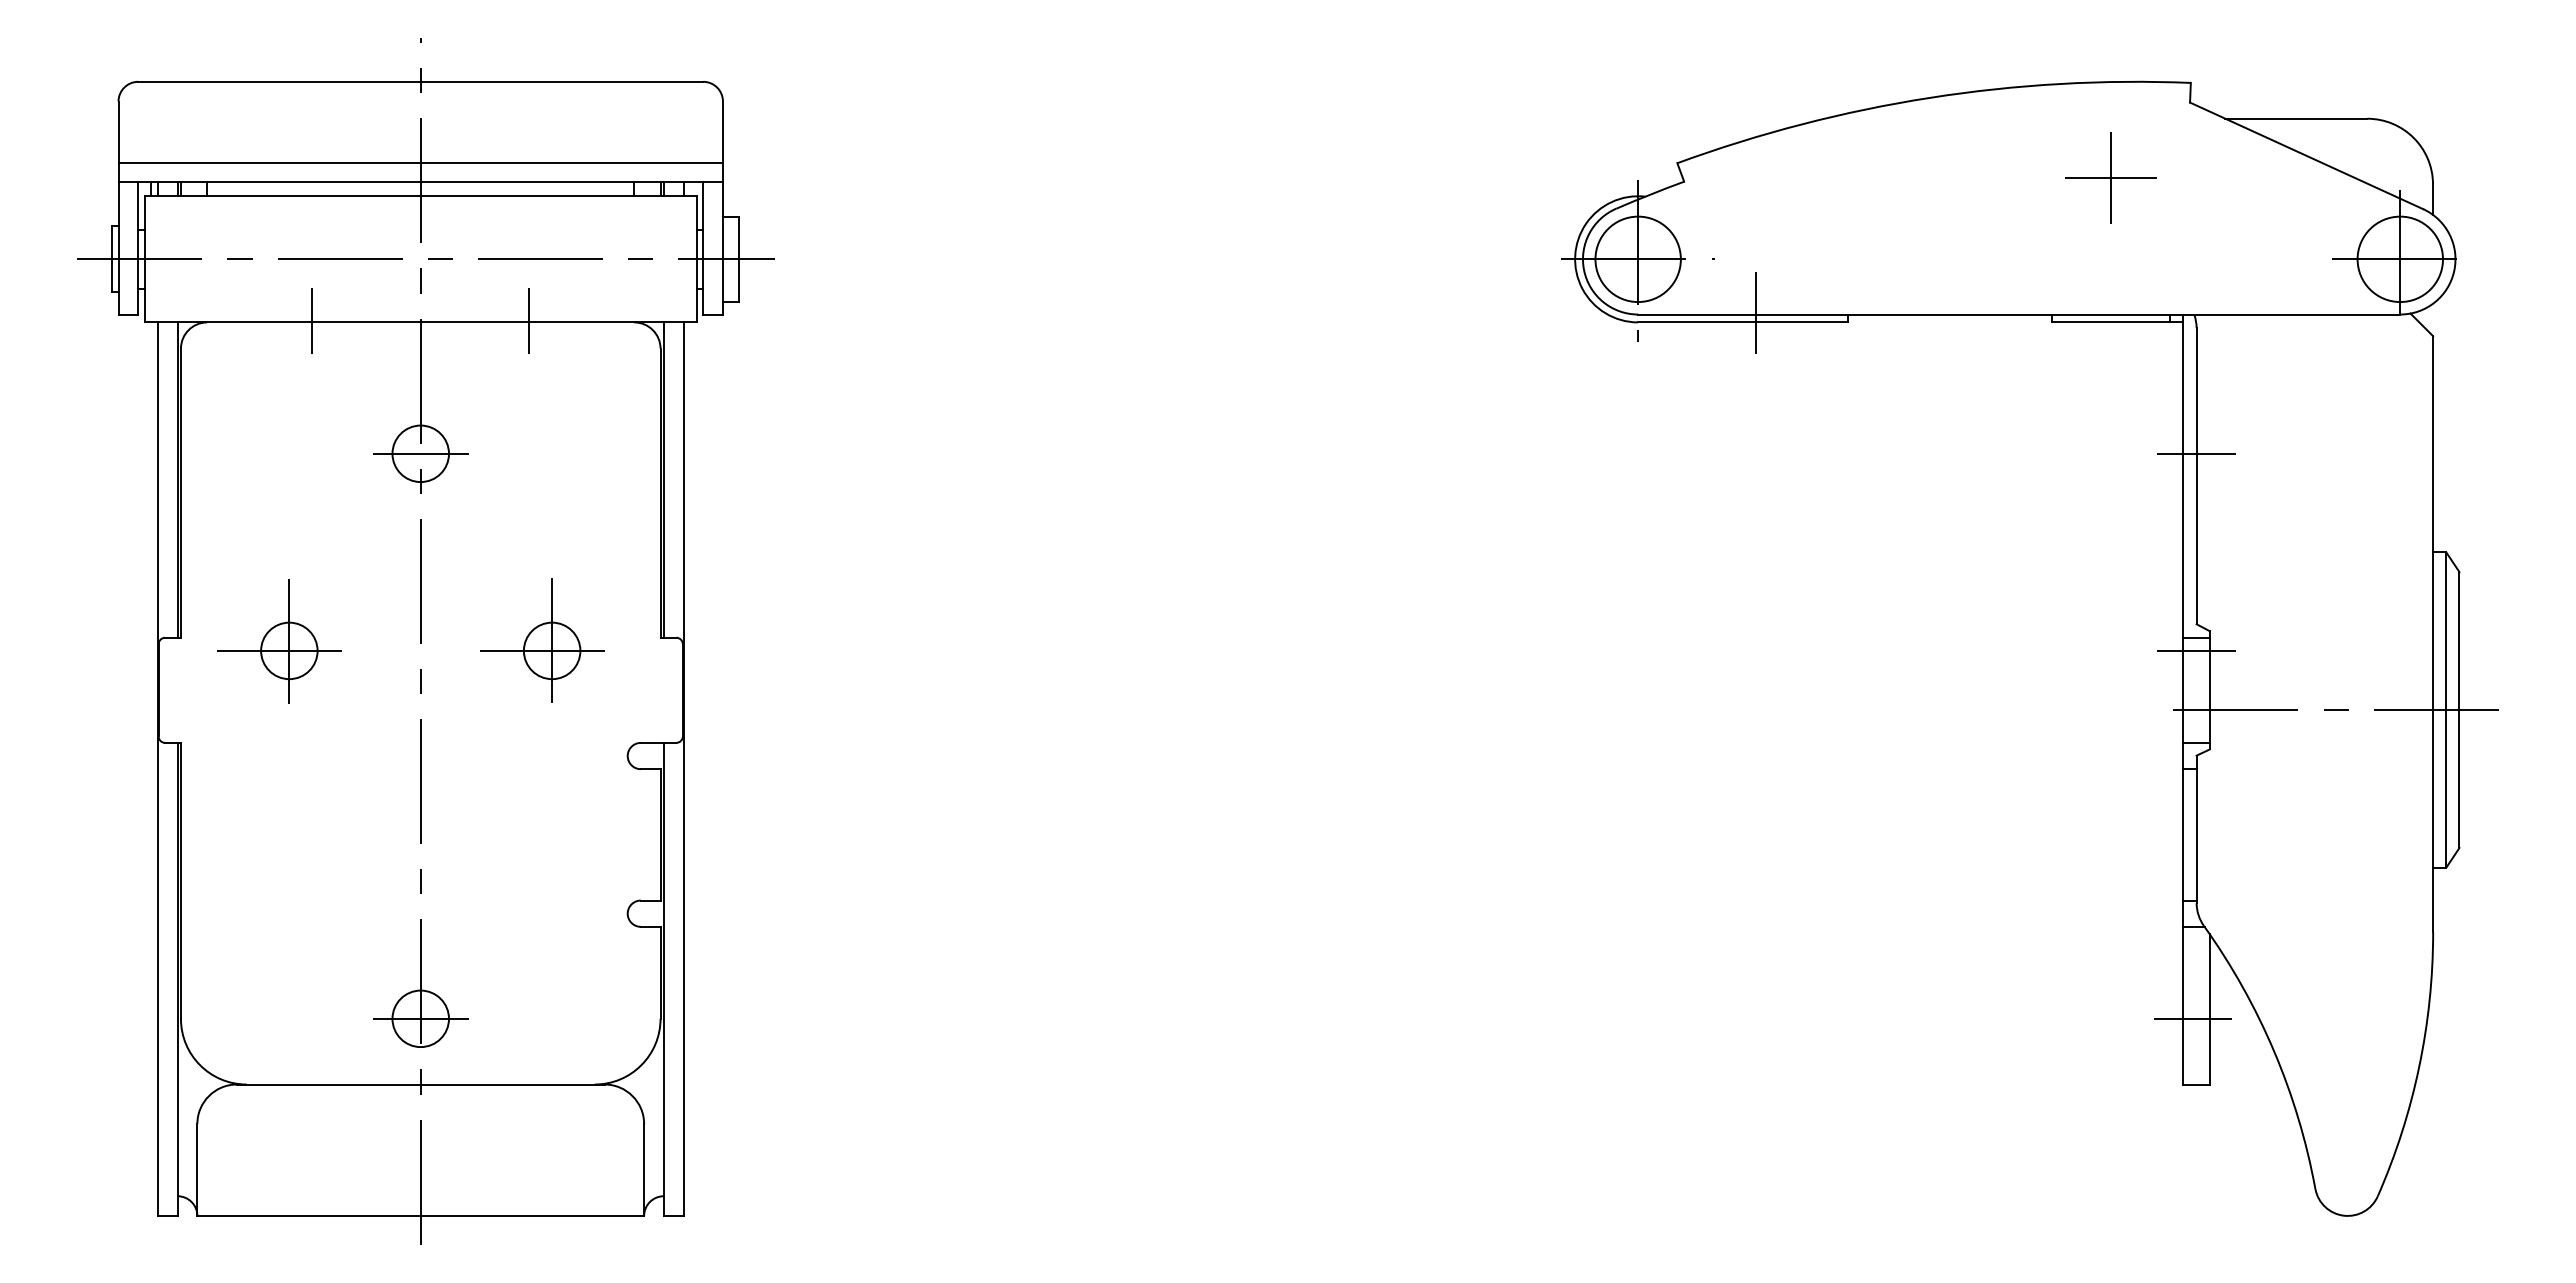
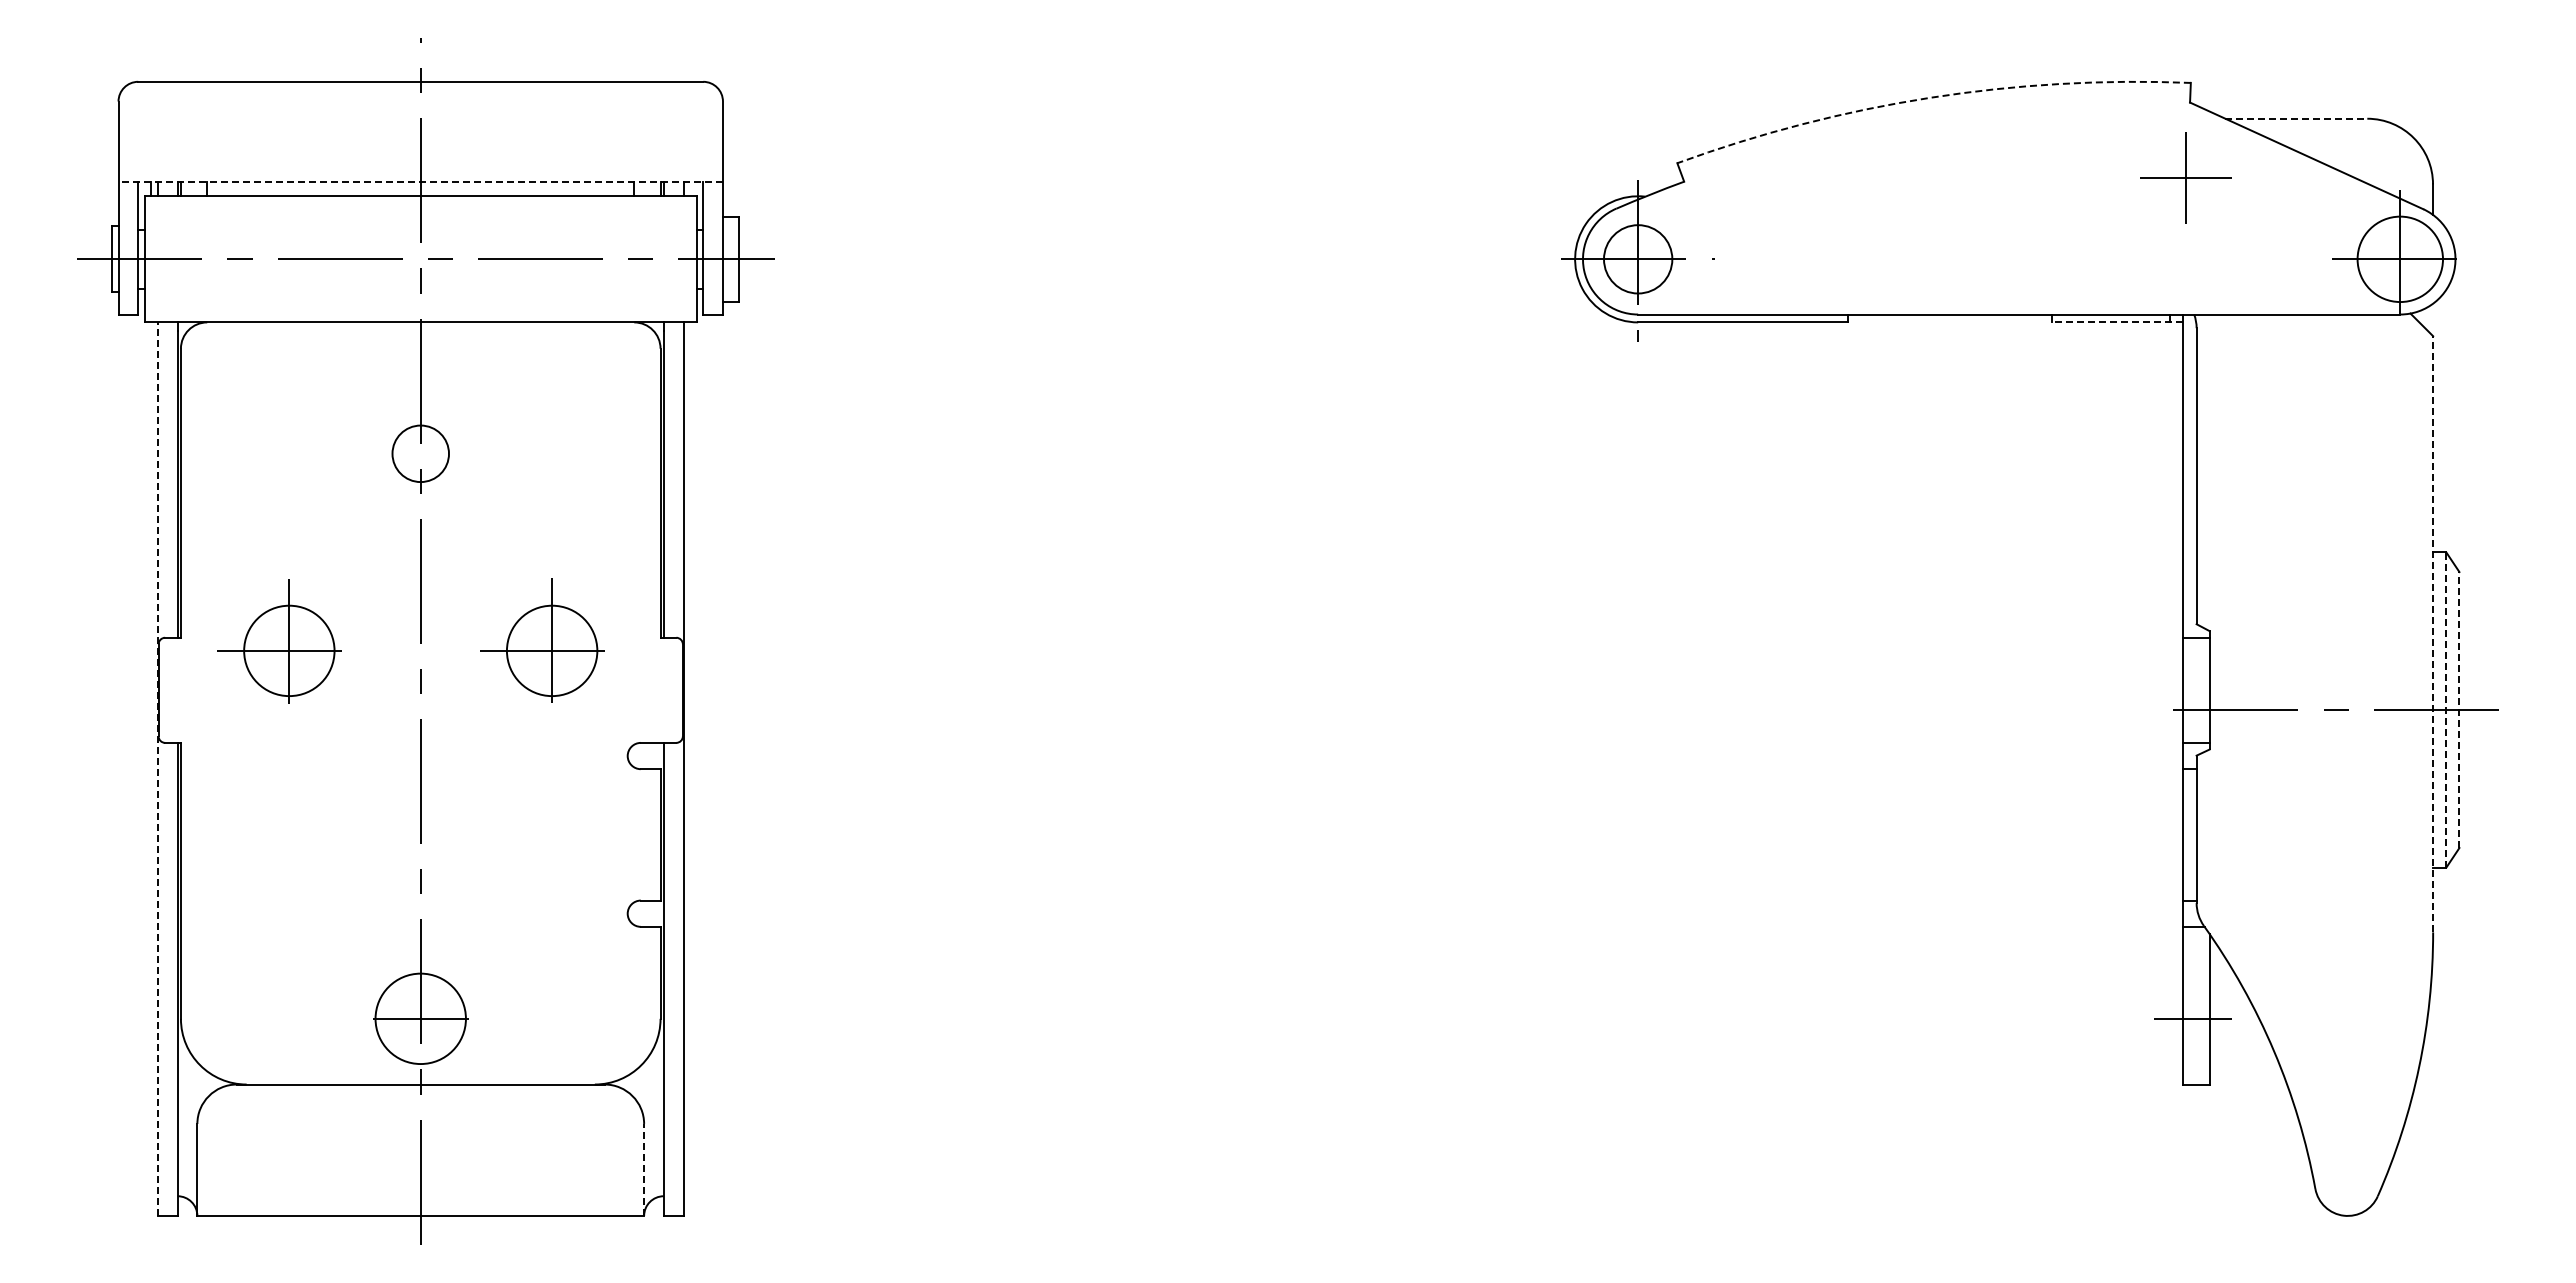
arc at (1930, 97): solid -> dashed
line at (2296, 118): solid -> dashed
line at (420, 163): present -> none
part at (2110, 177) position: (2110, 177) -> (2185, 177)
line at (420, 181): solid -> dashed
circle at (1637, 259) diameter: 85 px -> 68 px
line at (1756, 313): present -> none
line at (312, 320): present -> none
line at (529, 320): present -> none
line at (2117, 322): solid -> dashed
line at (420, 453): present -> none
line at (2196, 453): present -> none
line at (2433, 633): solid -> dashed
circle at (289, 650) diameter: 57 px -> 90 px
circle at (551, 650) diameter: 57 px -> 90 px
line at (2196, 650): present -> none
line at (2446, 710): solid -> dashed
line at (2459, 710): solid -> dashed
line at (157, 769): solid -> dashed
circle at (420, 1018) diameter: 57 px -> 90 px
line at (644, 1169): solid -> dashed
